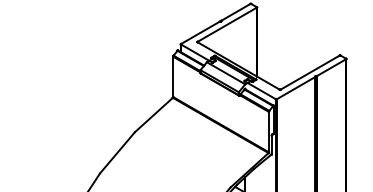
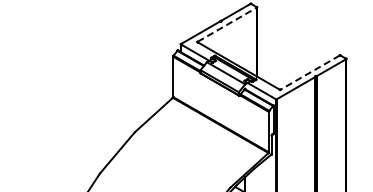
line at (227, 24): solid -> dashed
line at (309, 72): solid -> dashed
